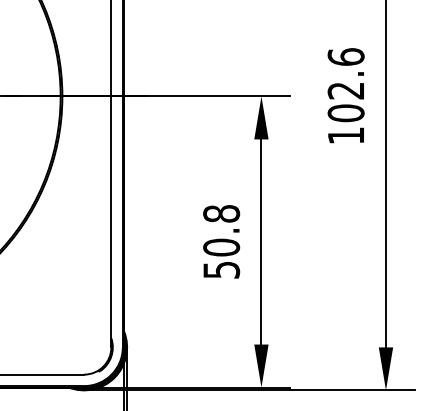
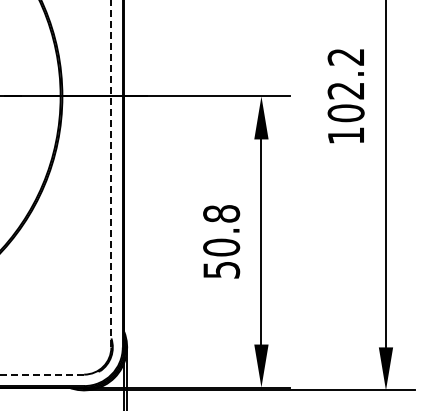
text at (345, 56): 102.6 -> 102.2
line at (111, 173): solid -> dashed
line at (42, 374): solid -> dashed
